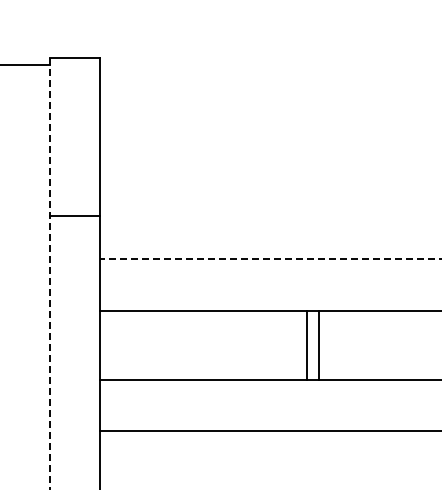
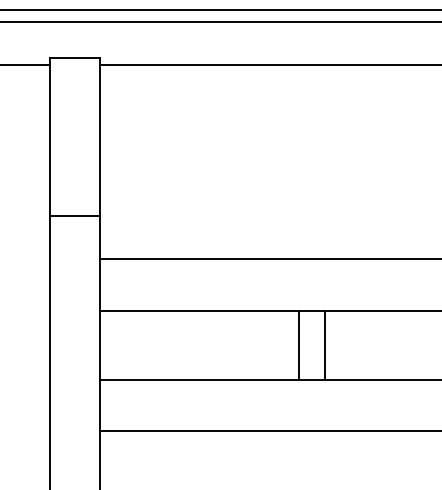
line at (220, 10): none -> present
line at (220, 21): none -> present
line at (269, 64): none -> present
line at (270, 259): dashed -> solid
line at (50, 274): dashed -> solid
line at (306, 344) position: (306, 344) -> (298, 344)
line at (318, 344) position: (318, 344) -> (324, 344)
